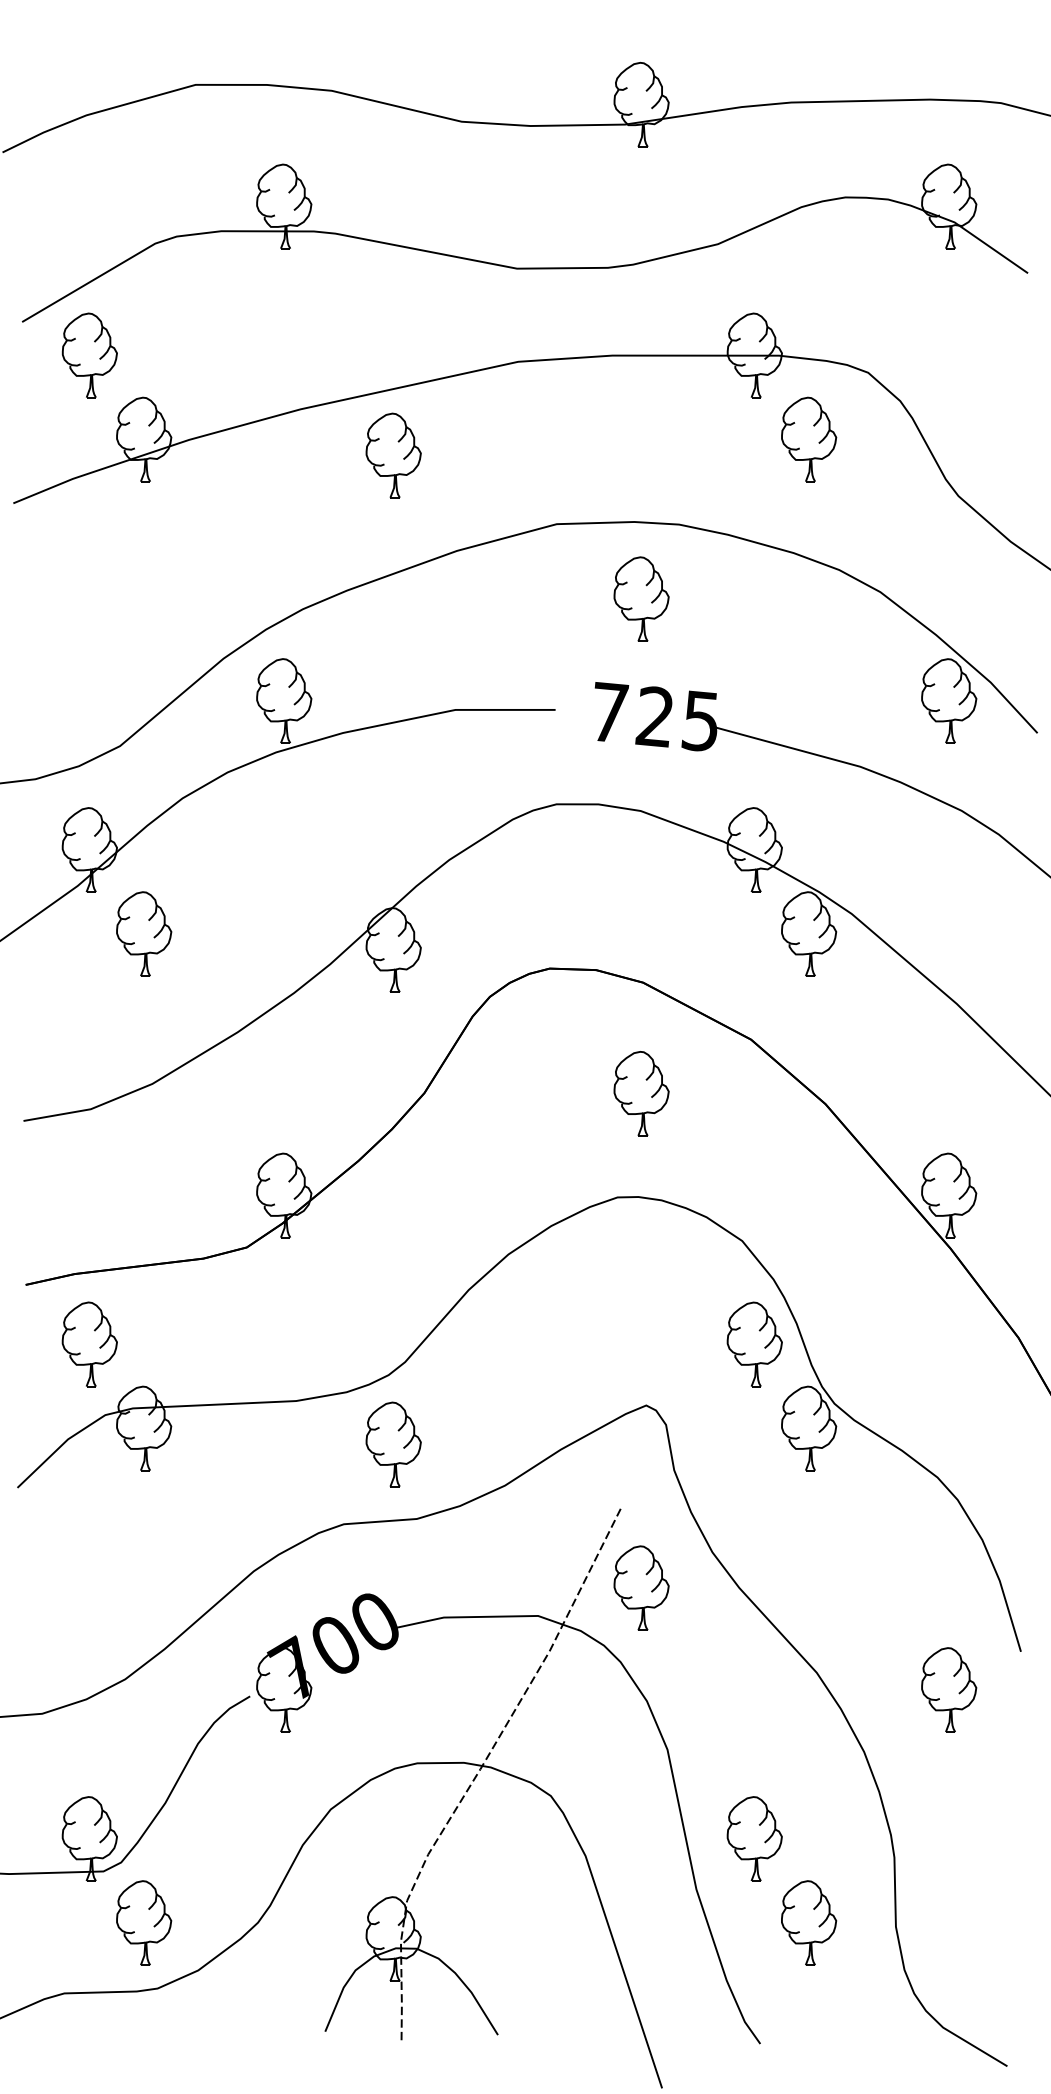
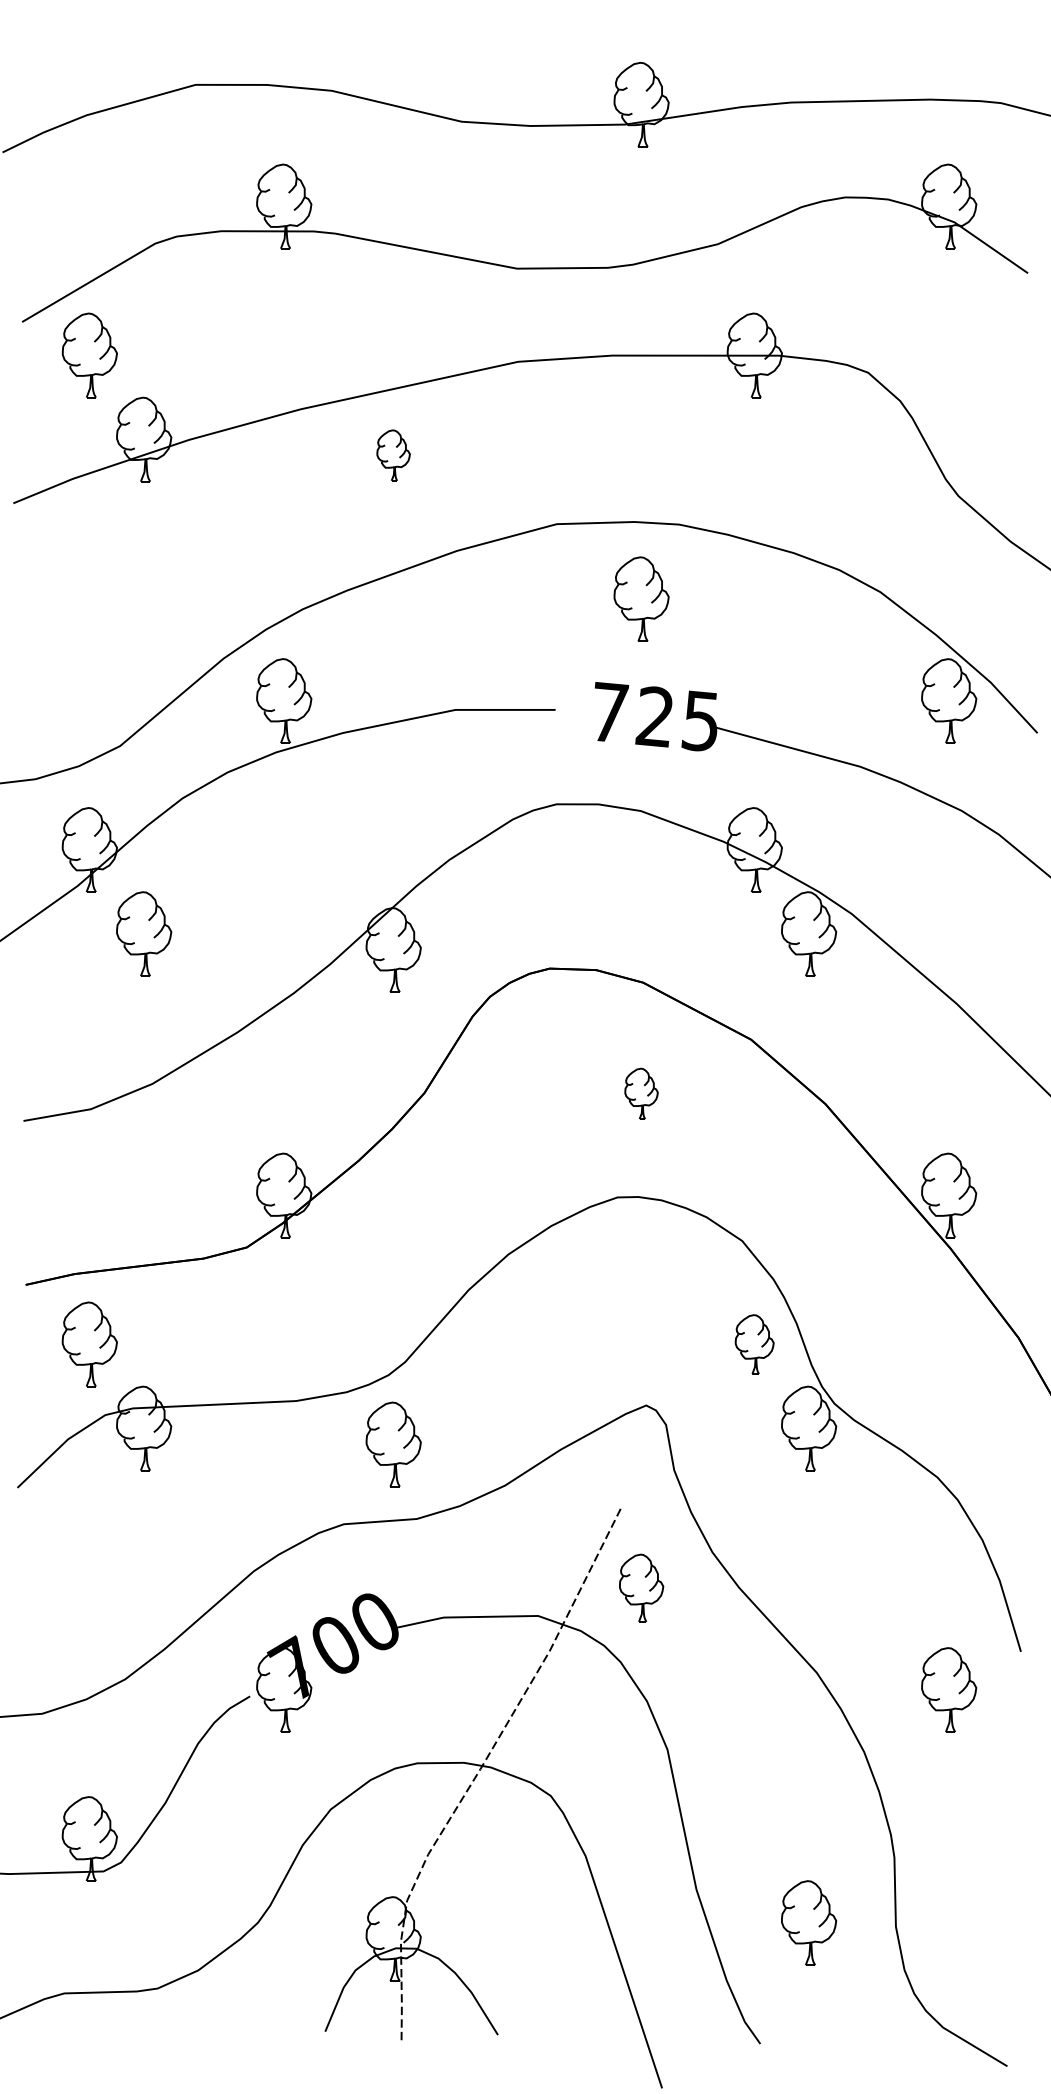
part at (809, 439): present -> none
part at (393, 455) size: 57x87 px -> 35x53 px
part at (641, 1093) size: 57x86 px -> 35x53 px
part at (754, 1344) size: 57x87 px -> 41x61 px
part at (641, 1587) size: 57x86 px -> 46x70 px
part at (754, 1838): present -> none
part at (144, 1922): present -> none
